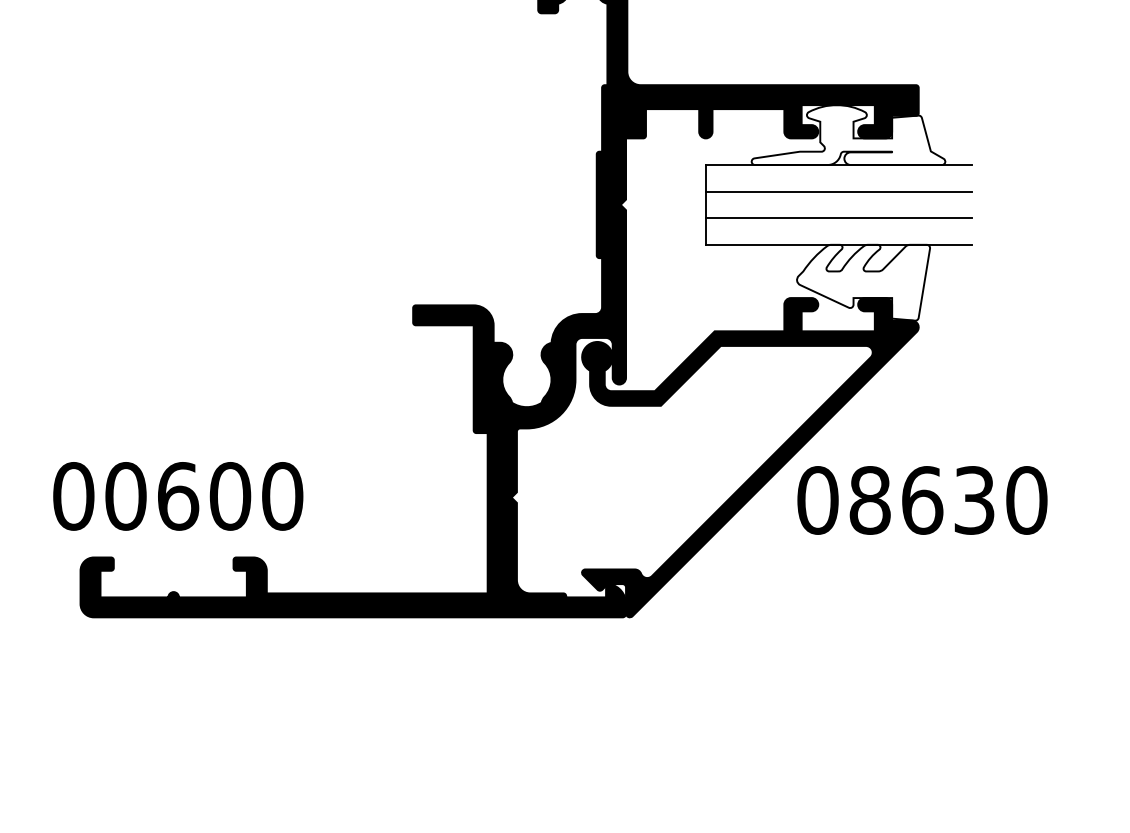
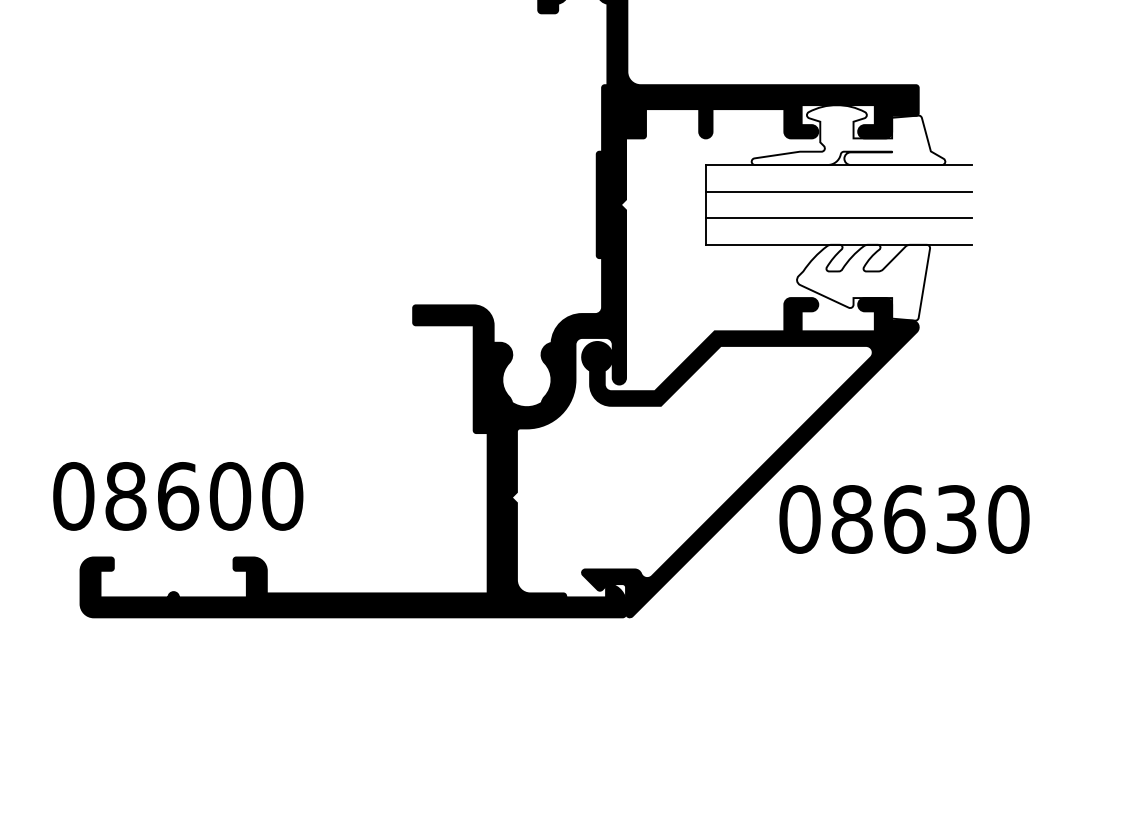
text at (125, 496): 00600 -> 08600
text at (922, 500) position: (922, 500) -> (904, 519)
